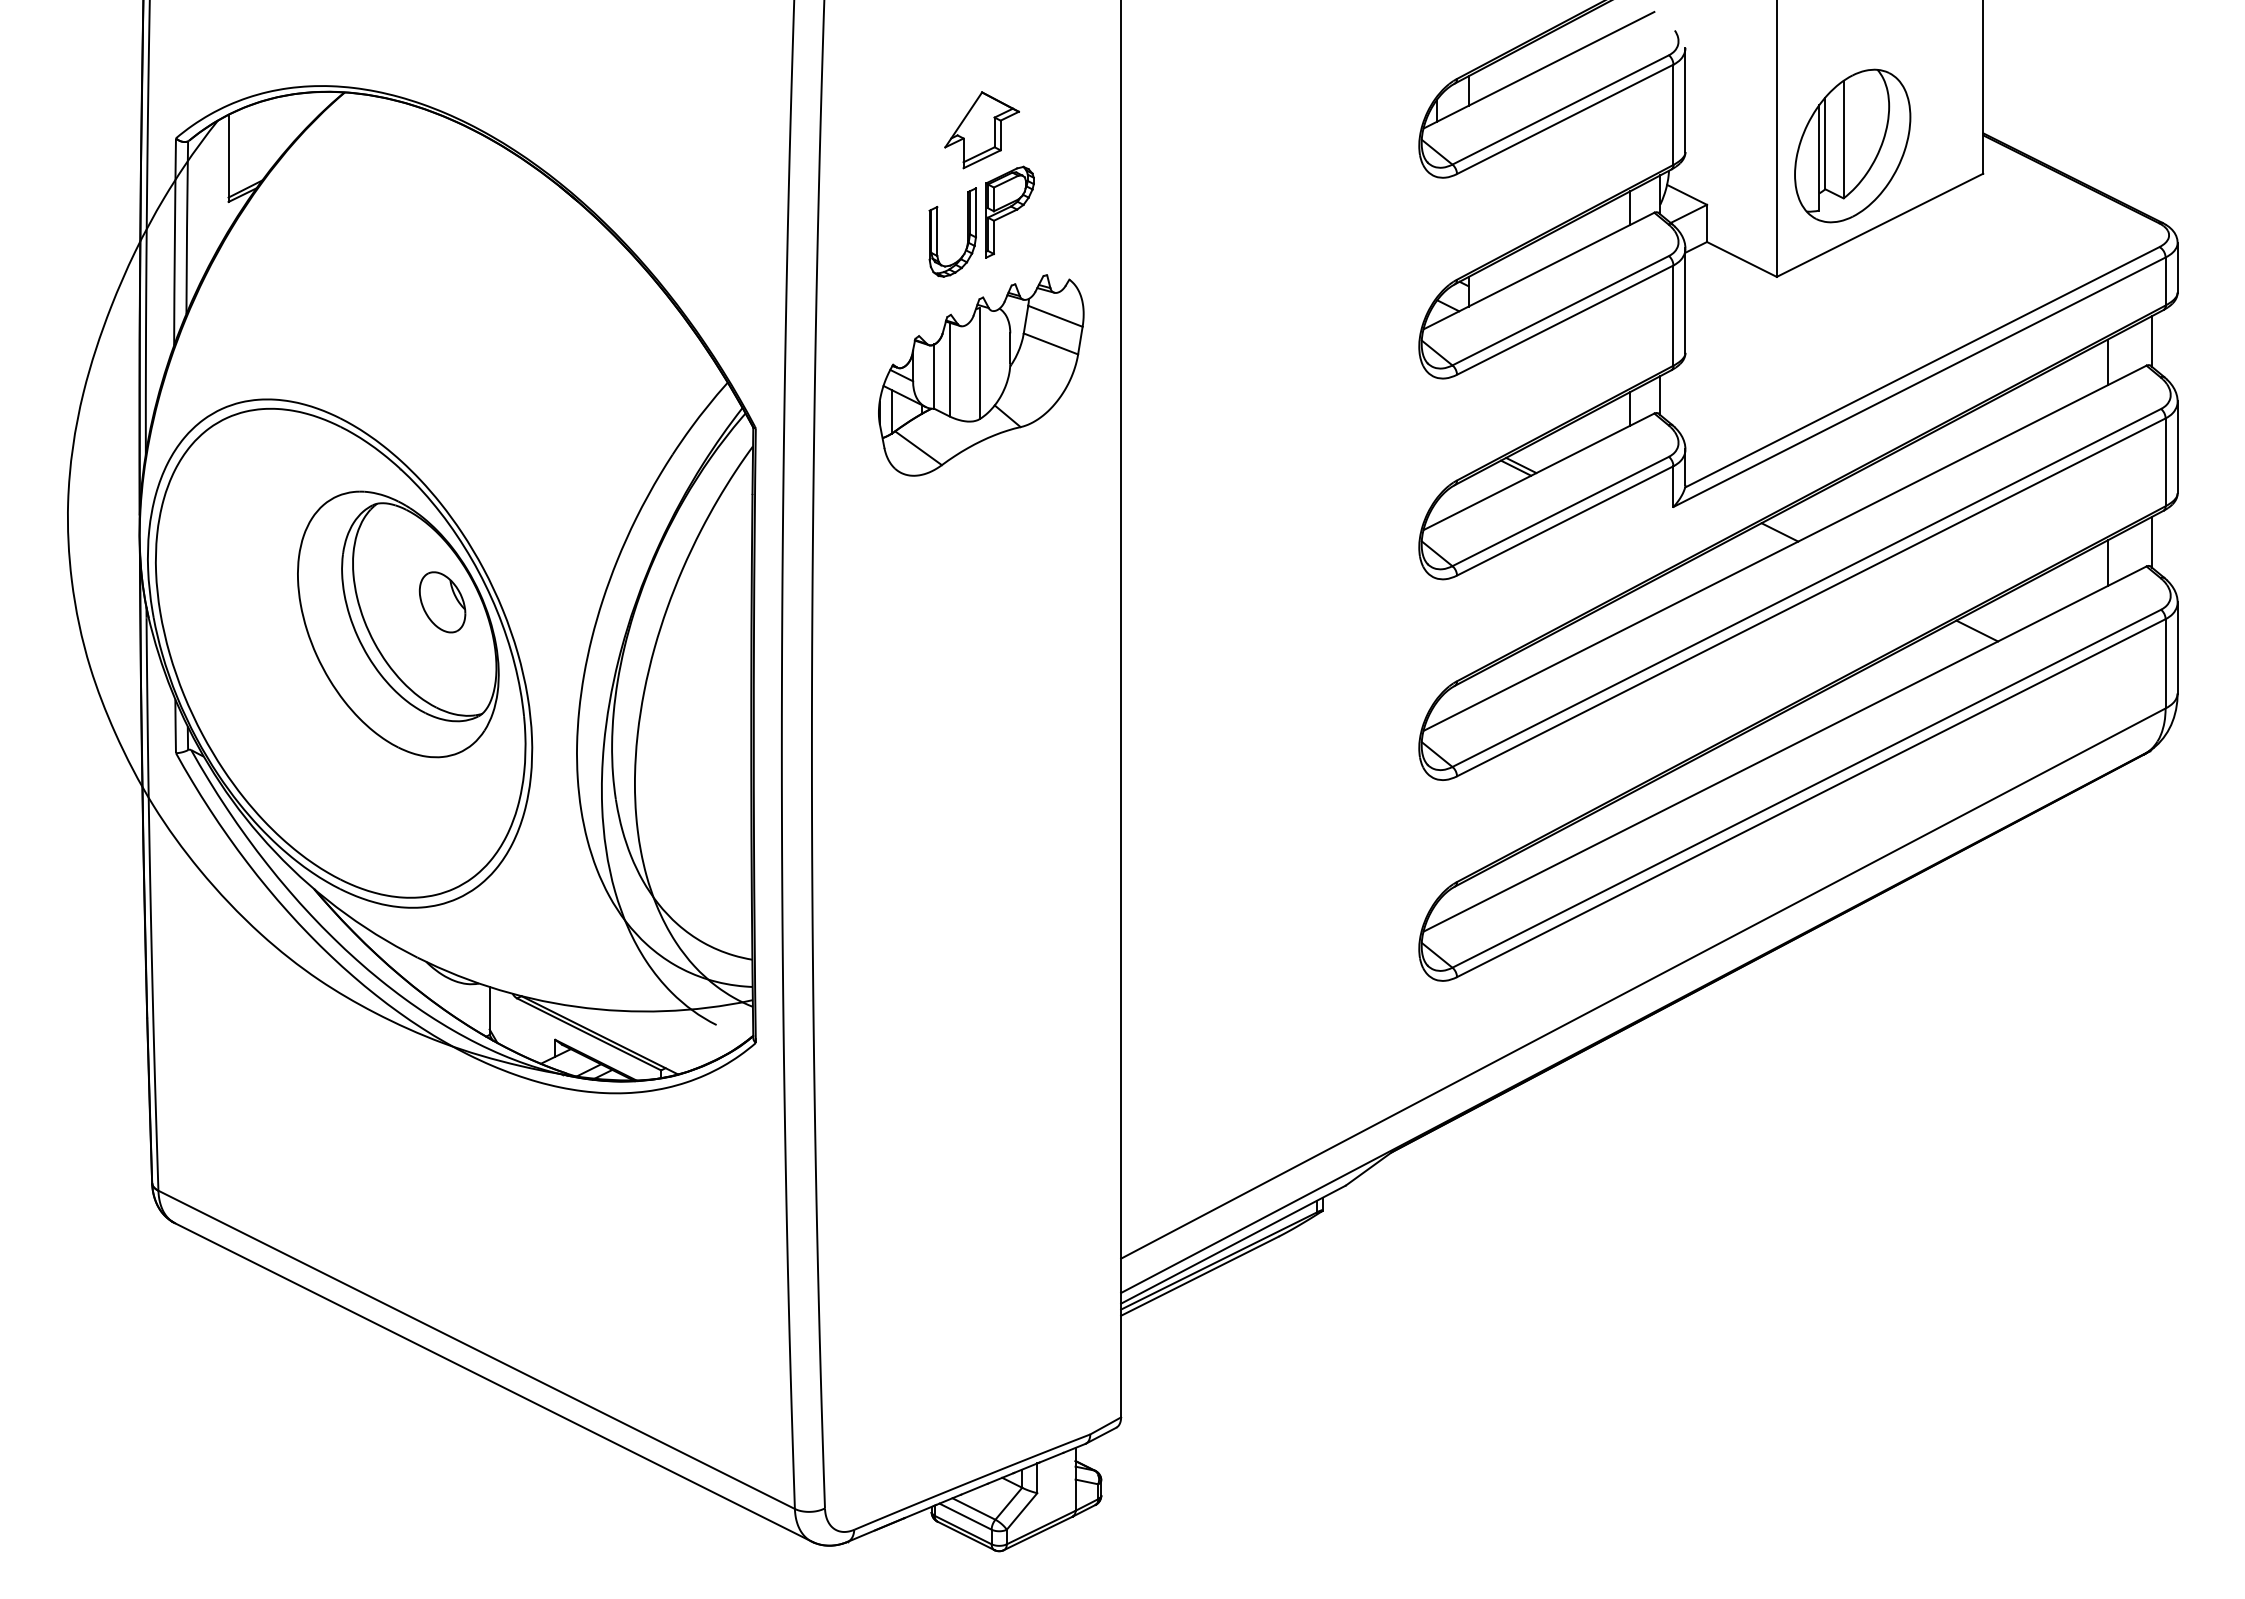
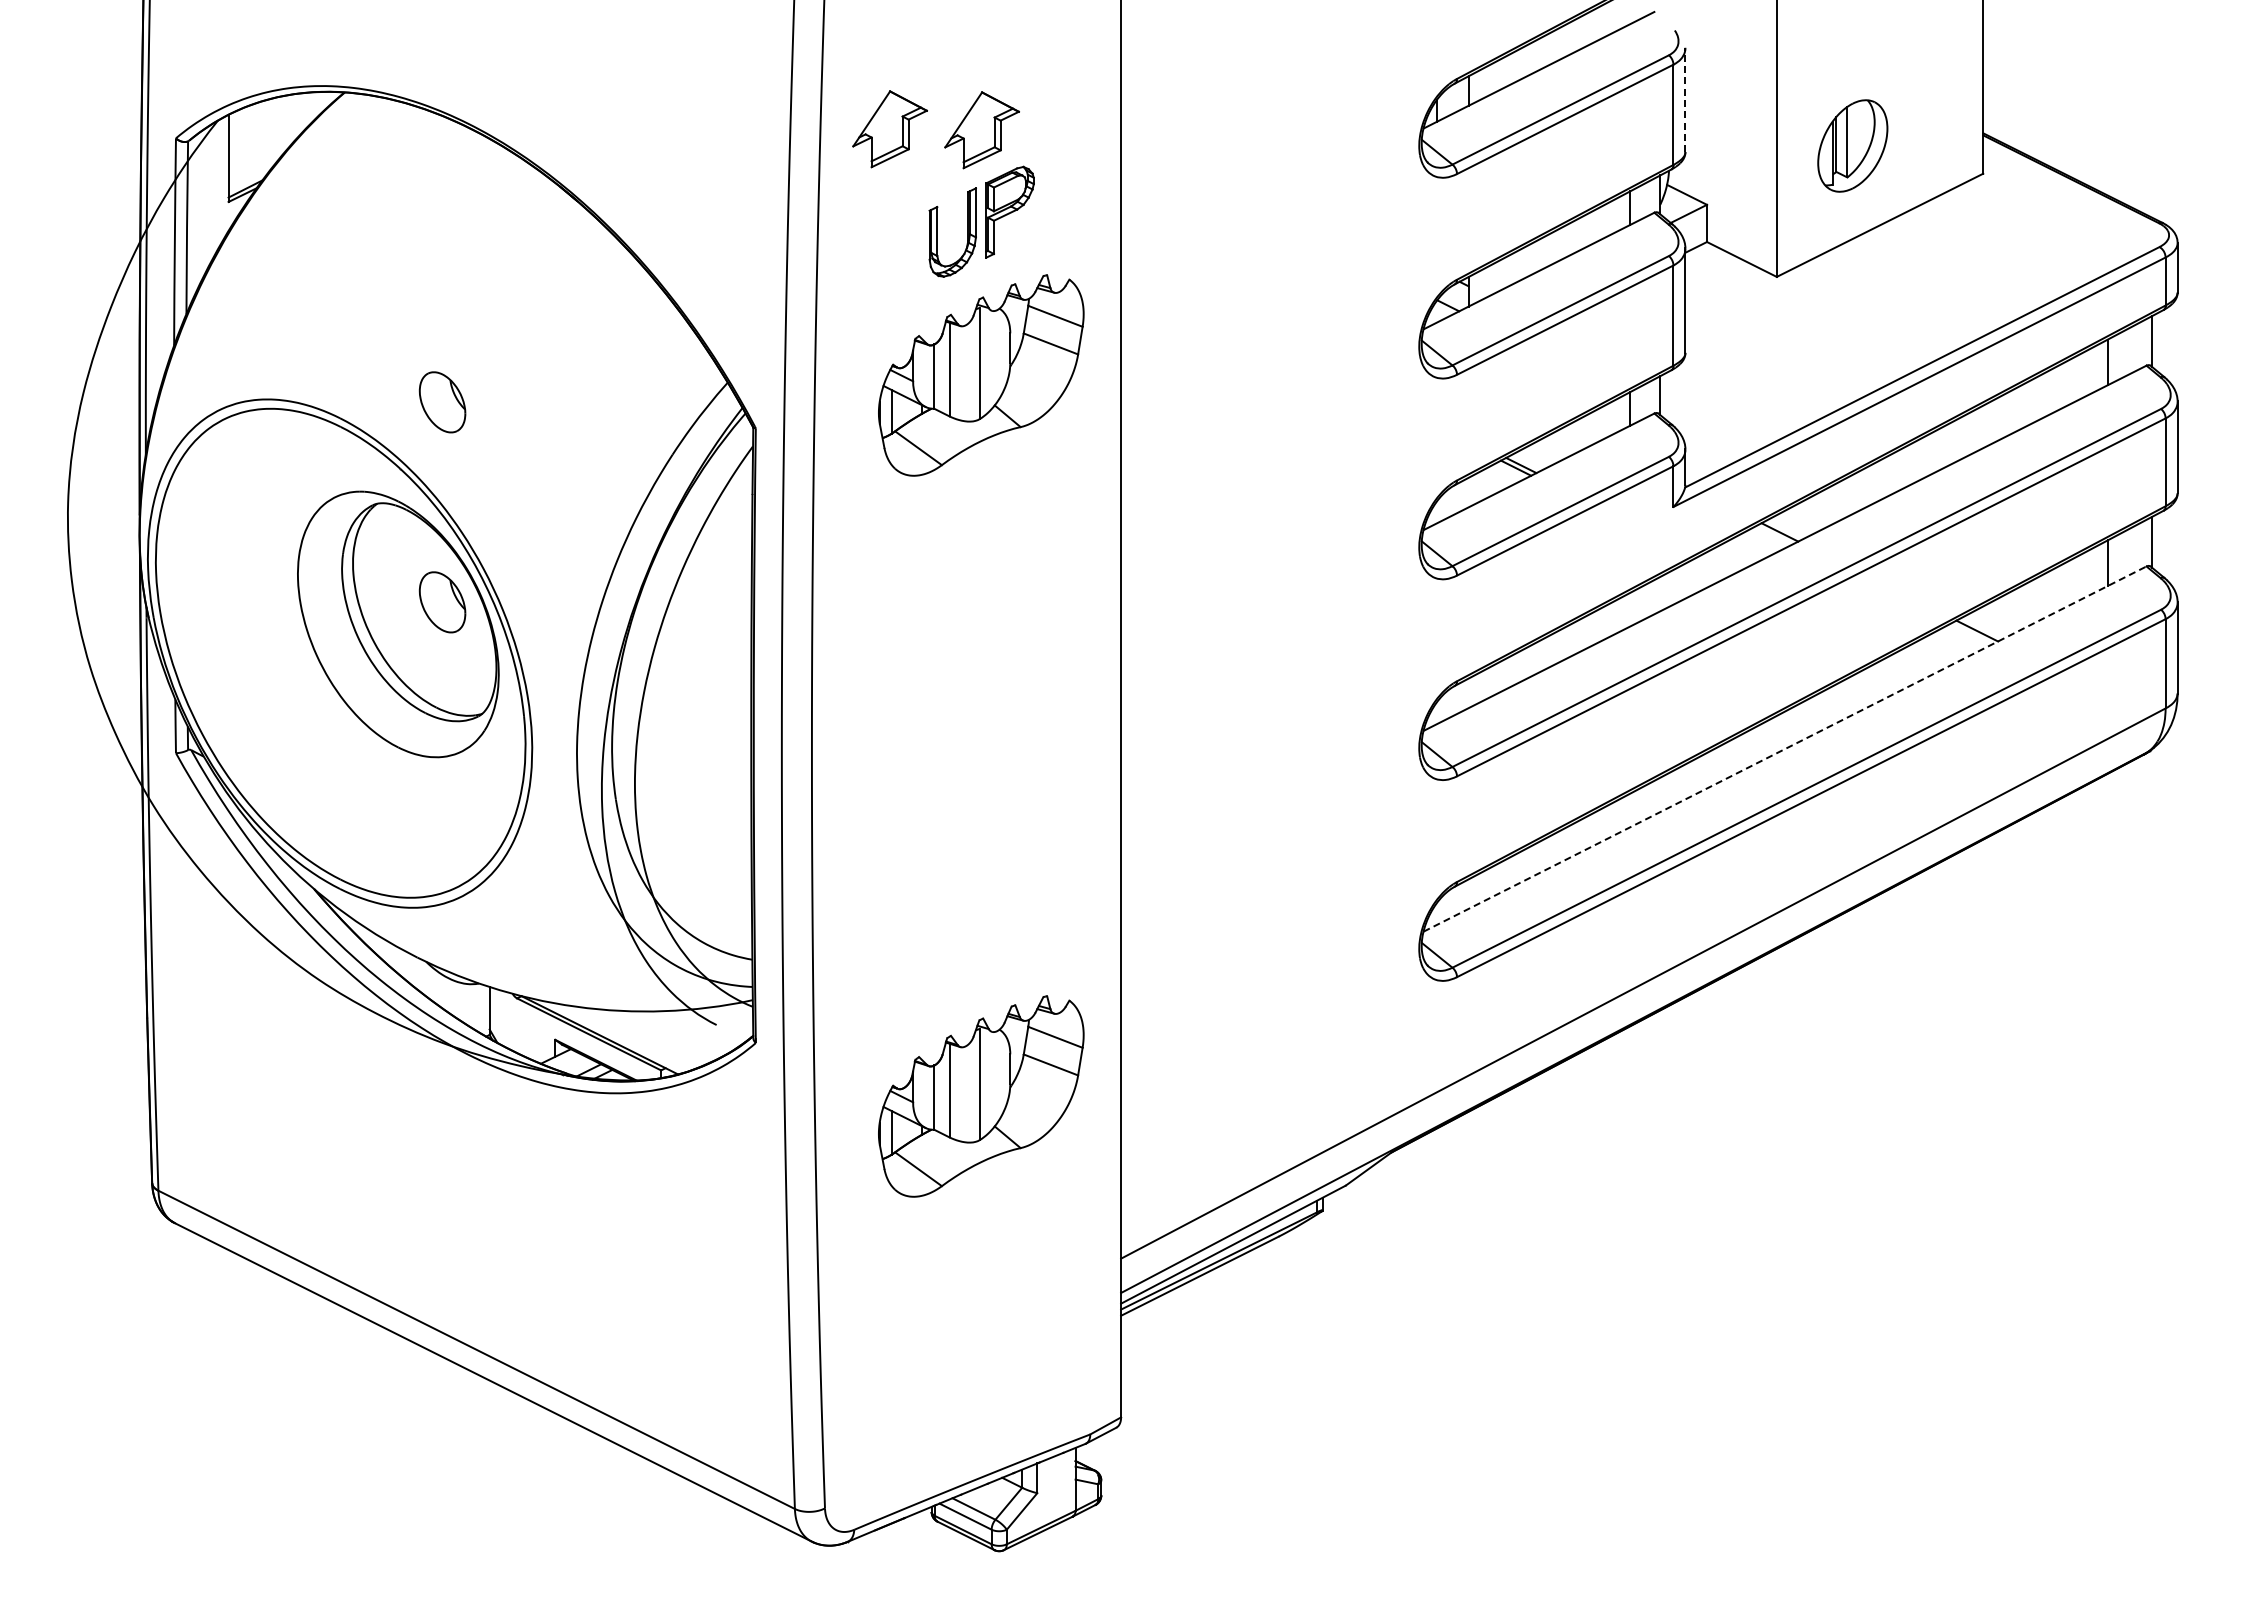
line at (1685, 99): solid -> dashed
part at (889, 129): none -> present
part at (1852, 145) size: 118x156 px -> 72x94 px
part at (442, 402): none -> present
line at (1785, 748): solid -> dashed
part at (981, 1096): none -> present
